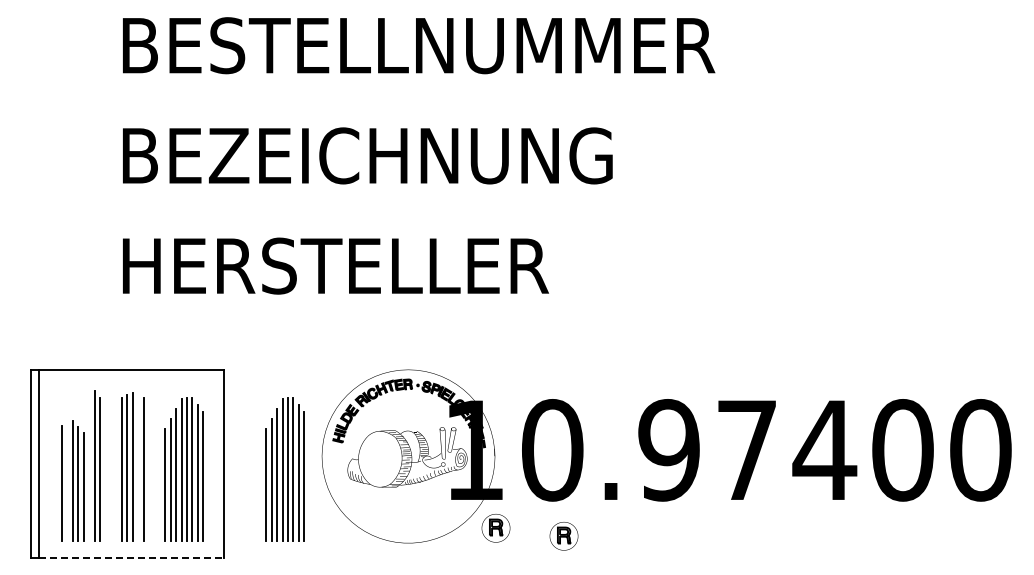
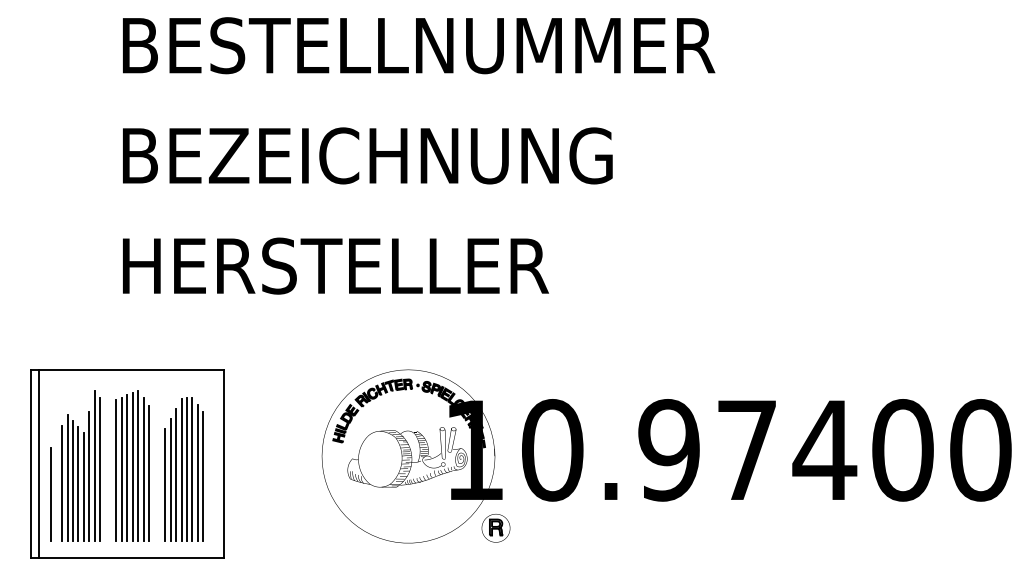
line at (138, 465): none -> present
part at (284, 469): present -> none
line at (116, 470): none -> present
line at (148, 473): none -> present
line at (89, 476): none -> present
line at (67, 477): none -> present
line at (50, 494): none -> present
part at (563, 536): present -> none
line at (132, 557): dashed -> solid
